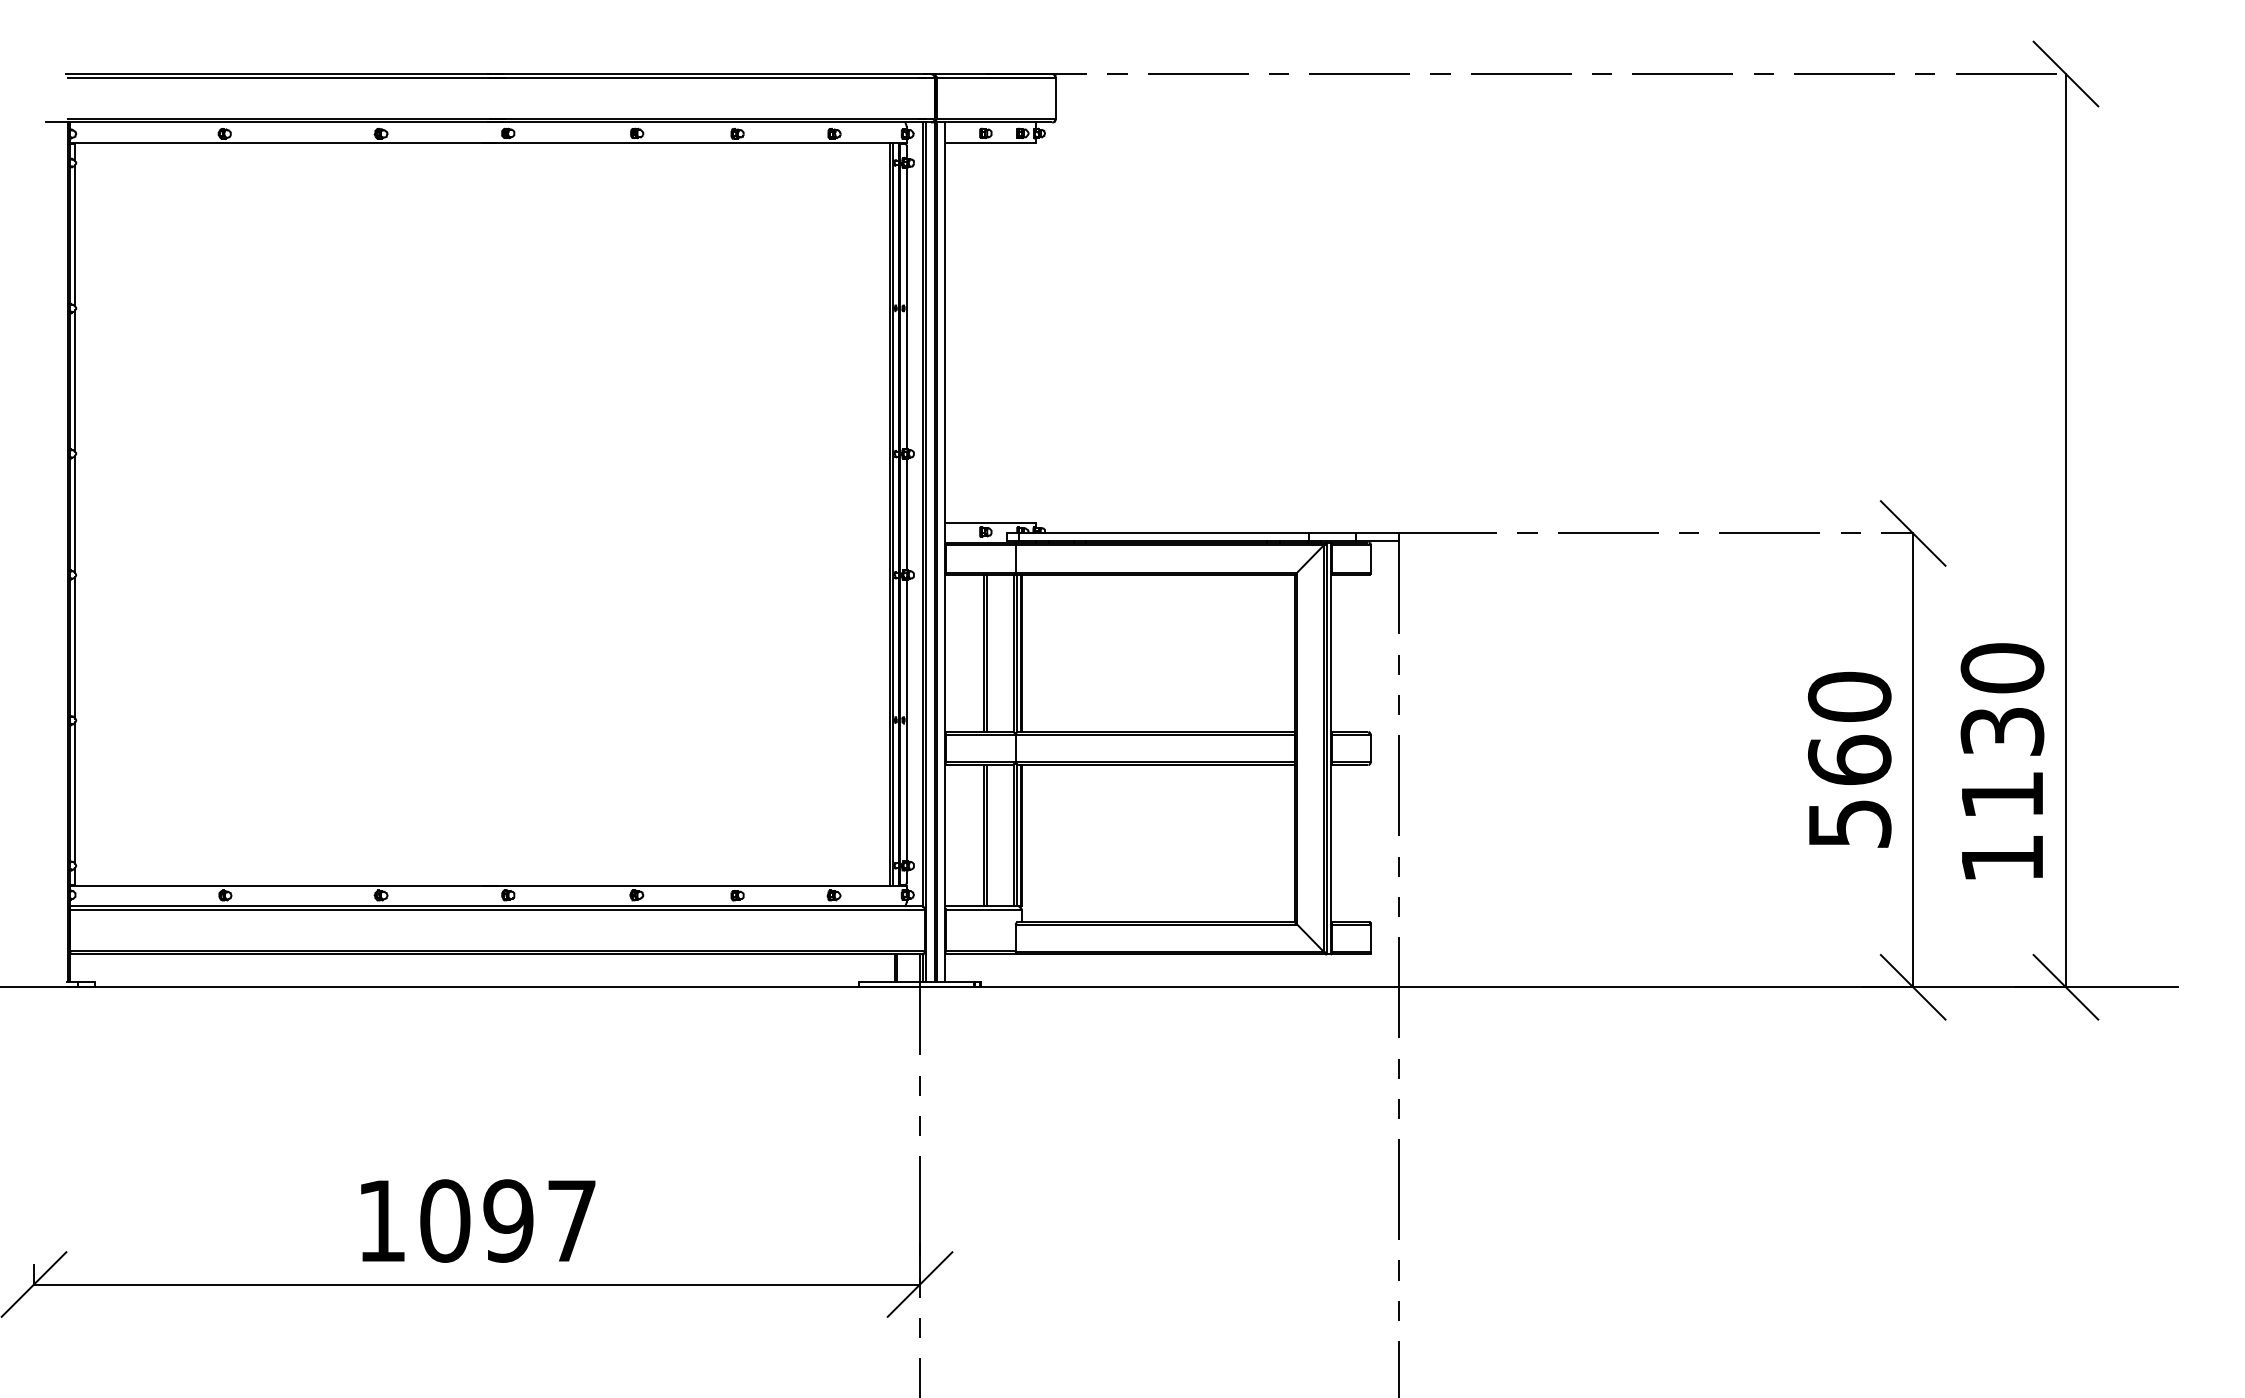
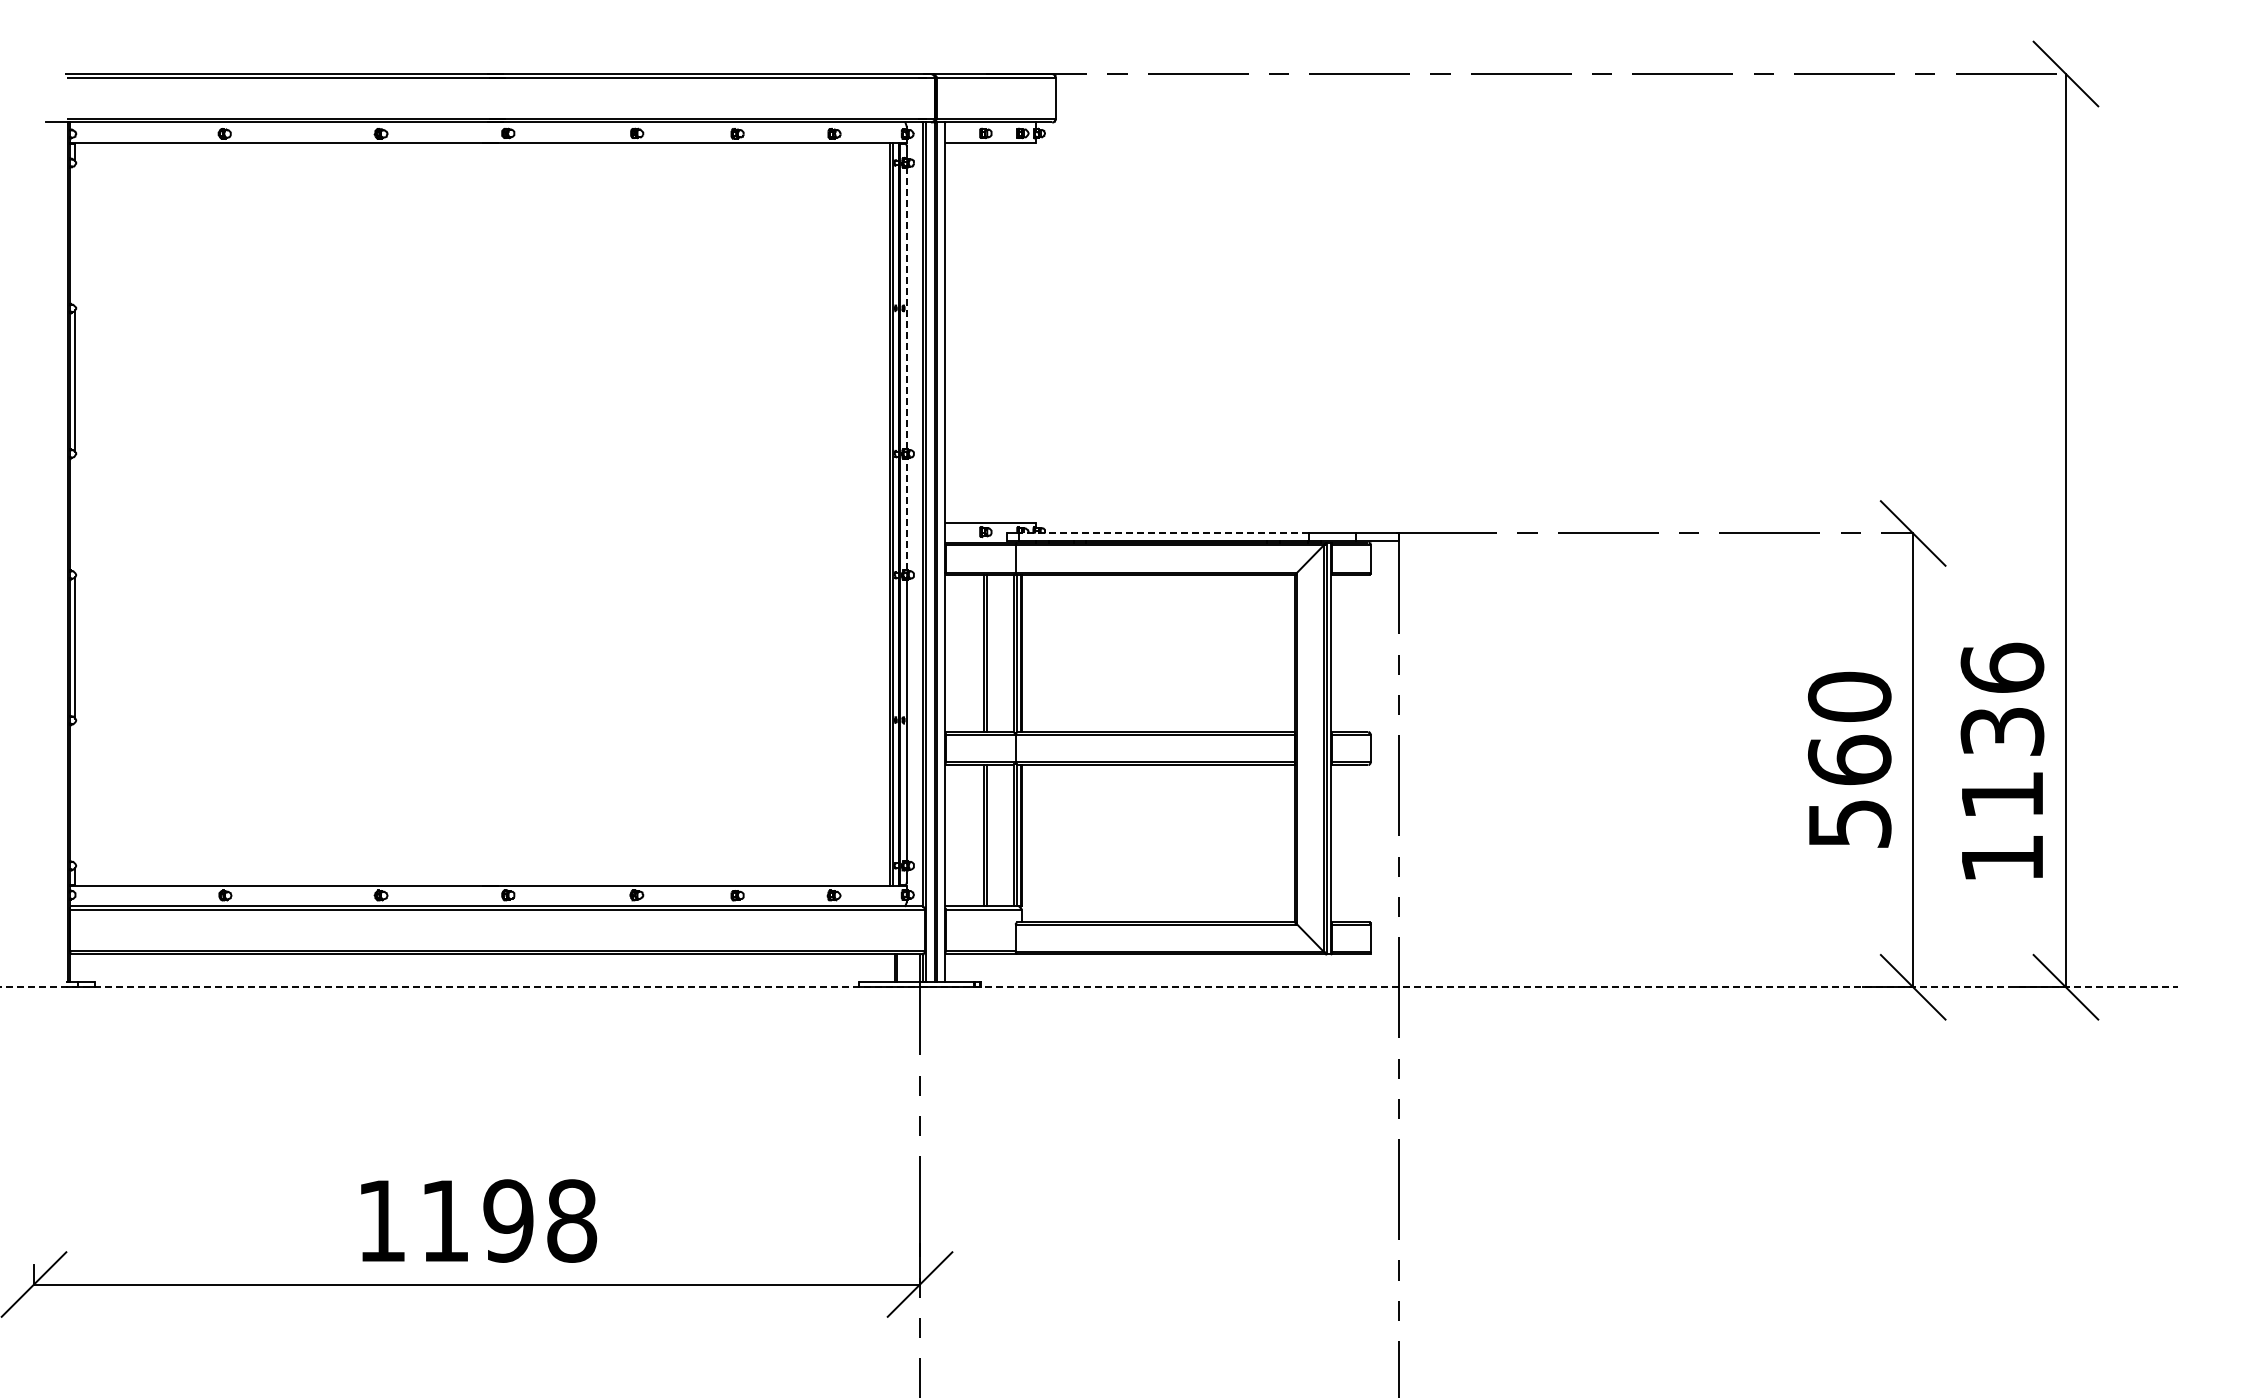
line at (75, 235): present -> none
line at (906, 307): solid -> dashed
line at (75, 514): present -> none
line at (906, 514): solid -> dashed
line at (1163, 533): solid -> dashed
text at (2002, 667): 1130 -> 1136
line at (75, 793): present -> none
line at (1089, 987): solid -> dashed
text at (508, 1220): 1097 -> 1198
